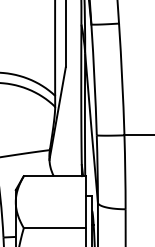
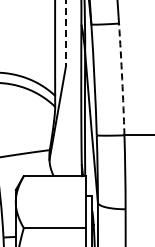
line at (65, 34): solid -> dashed
arc at (122, 79): solid -> dashed
